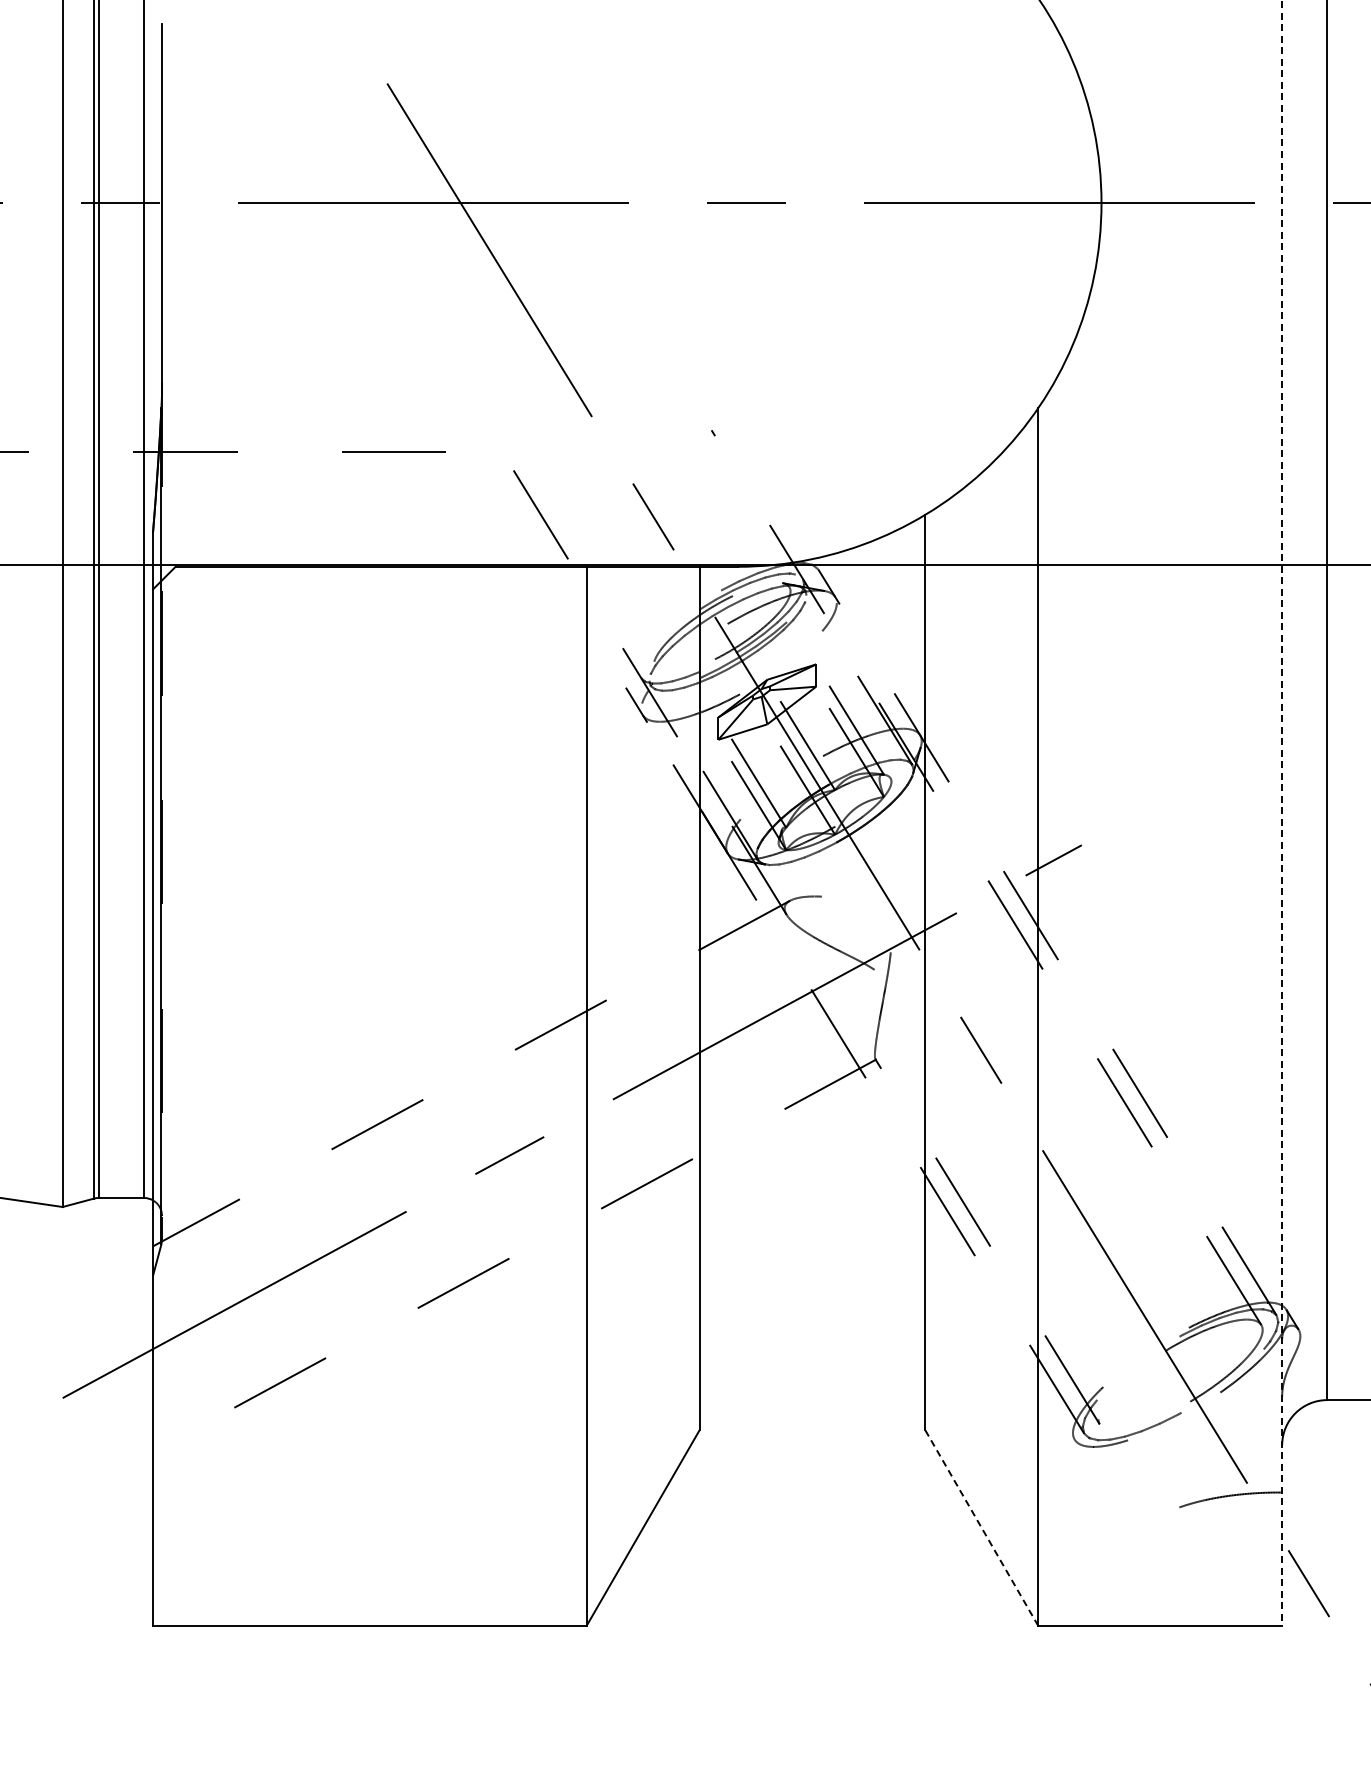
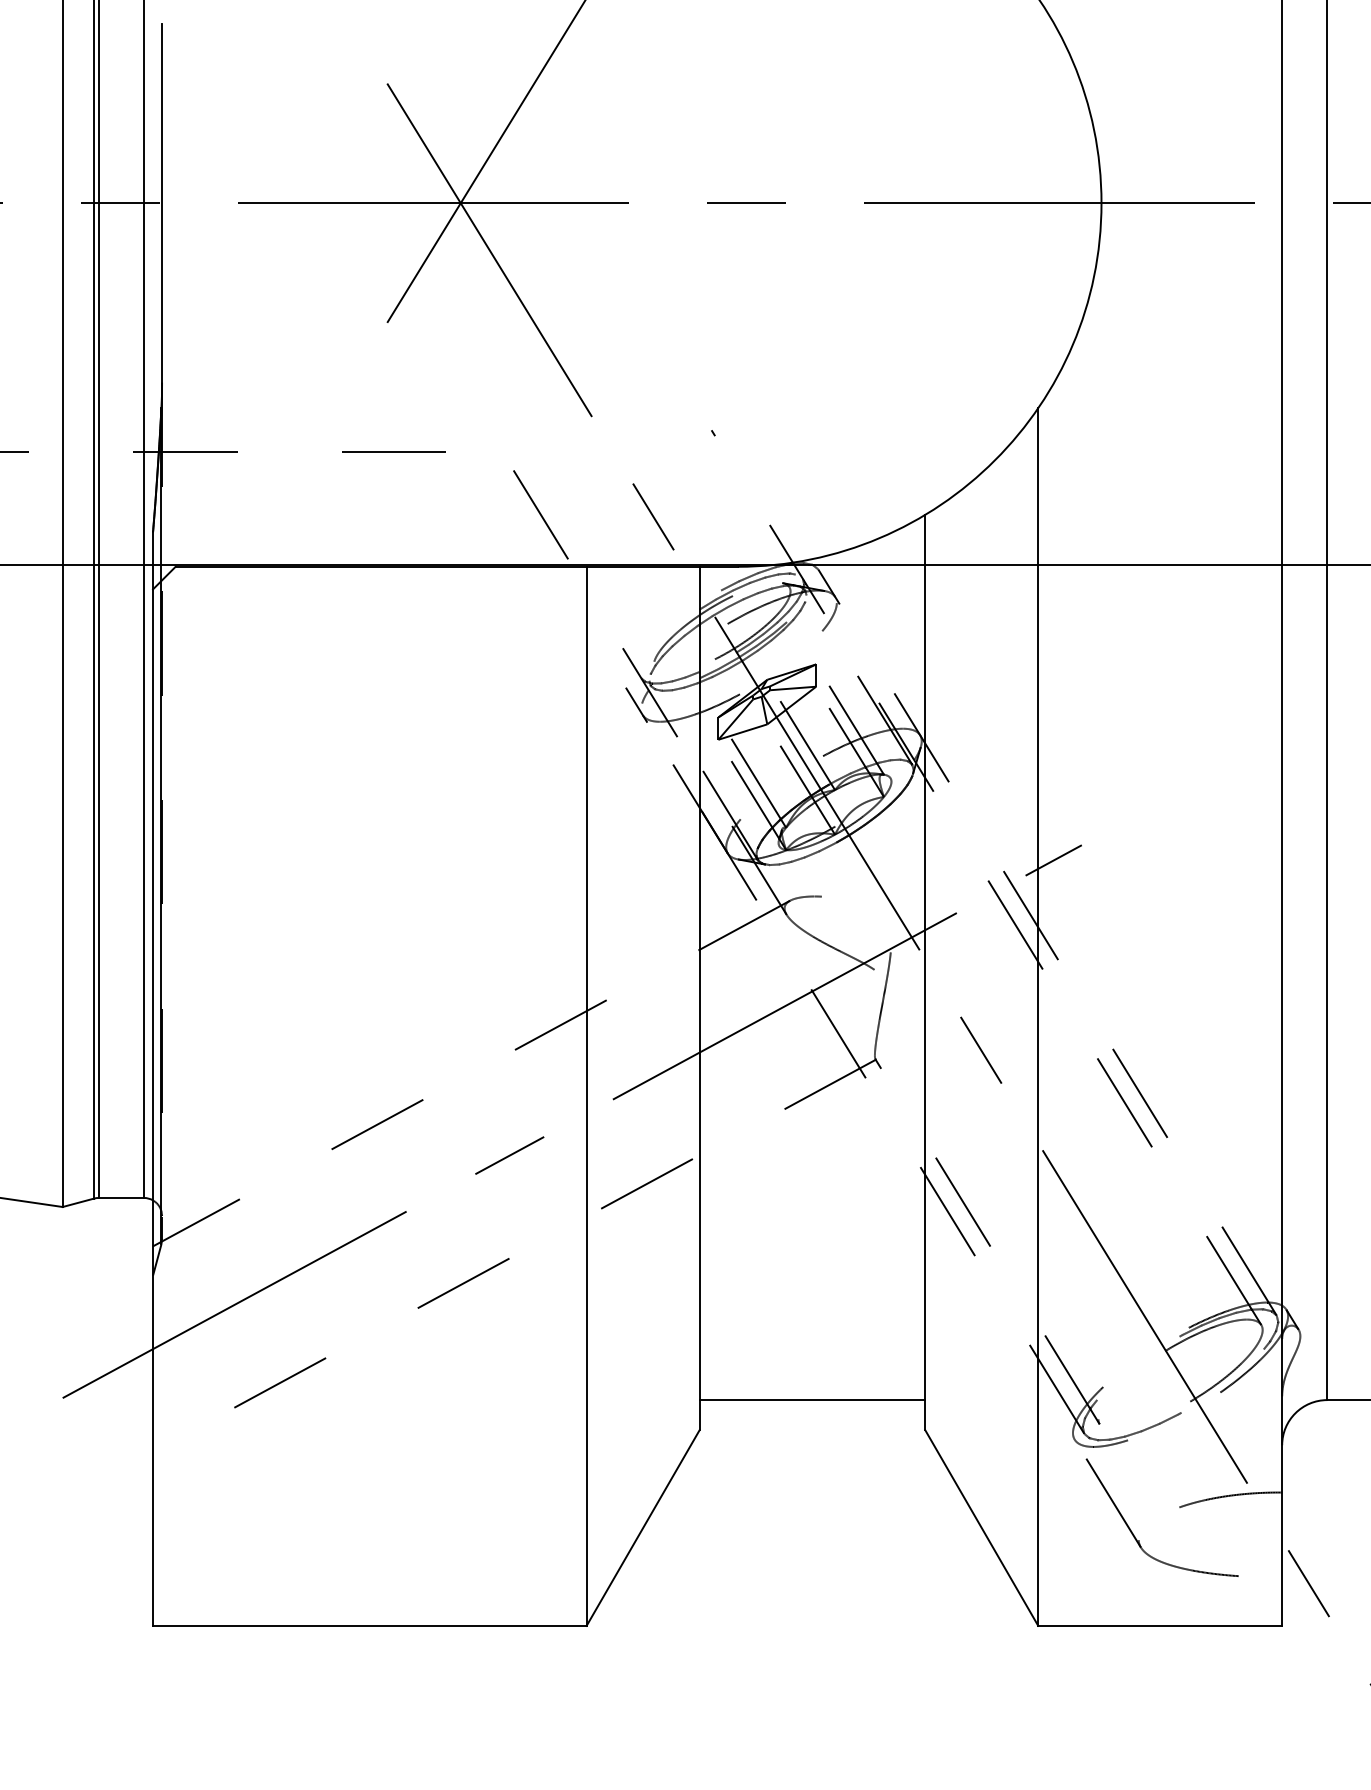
line at (485, 162): none -> present
line at (1282, 813): dashed -> solid
line at (812, 1400): none -> present
line at (981, 1528): dashed -> solid
part at (1139, 1540): none -> present
